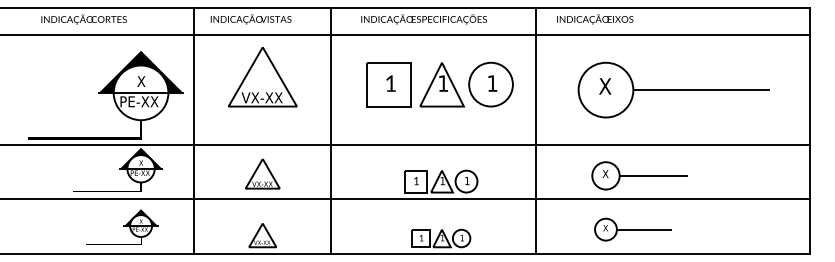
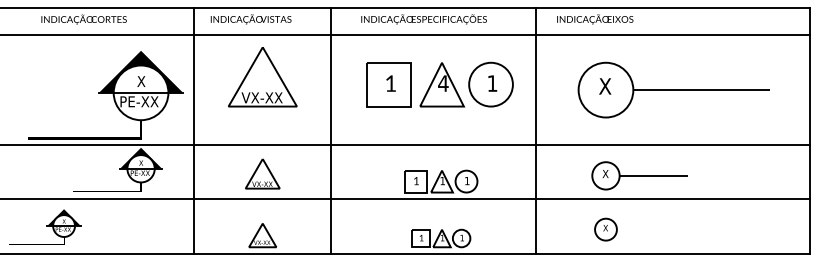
text at (443, 83): 1 -> 4
part at (122, 226) position: (122, 226) -> (45, 226)
line at (646, 229): present -> none
